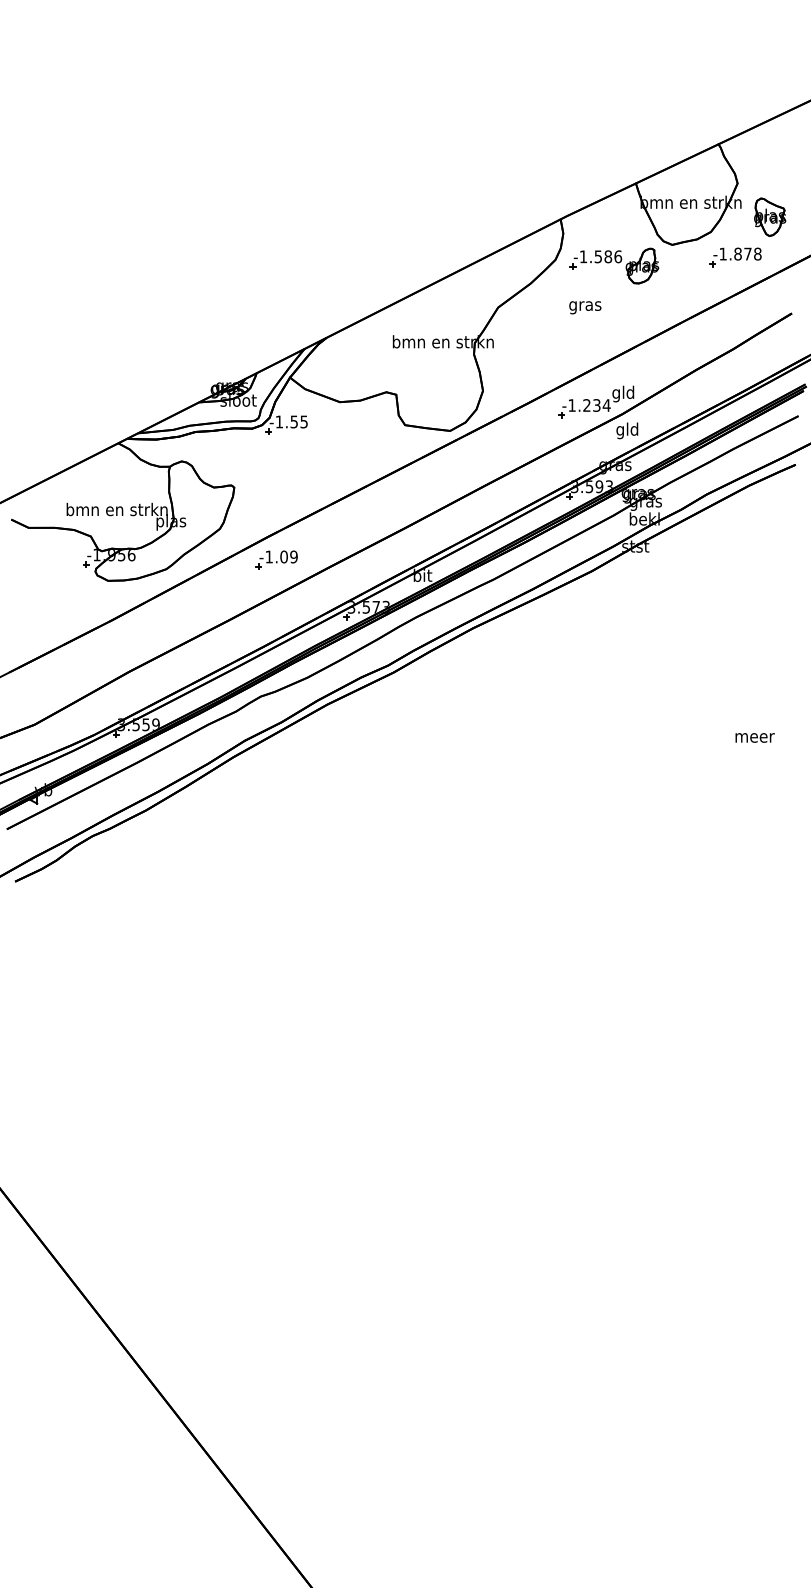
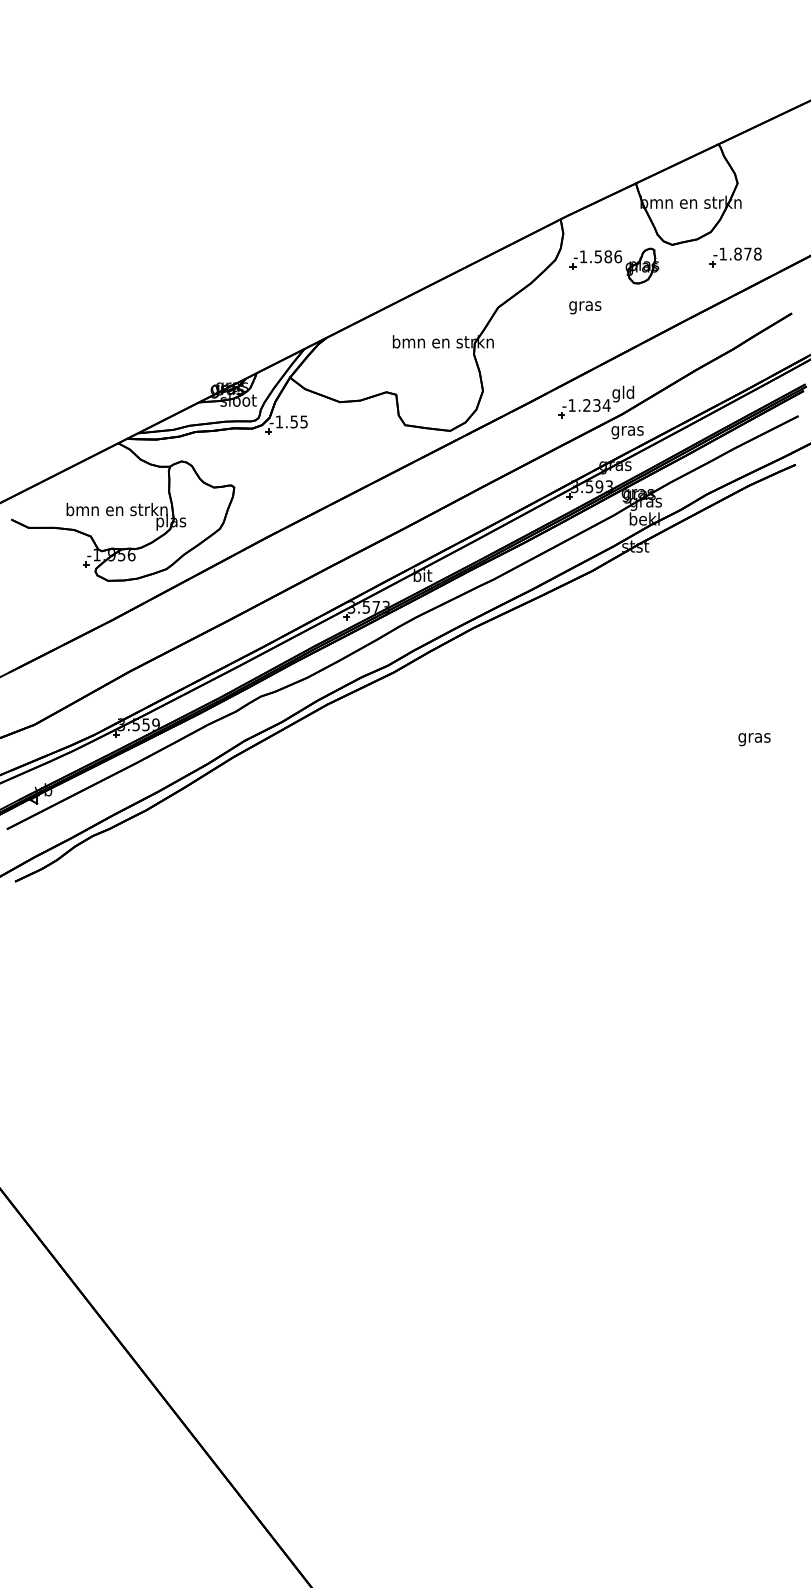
part at (770, 216): present -> none
text at (627, 430): gld -> gras
part at (276, 559): present -> none
text at (754, 739): meer -> gras
